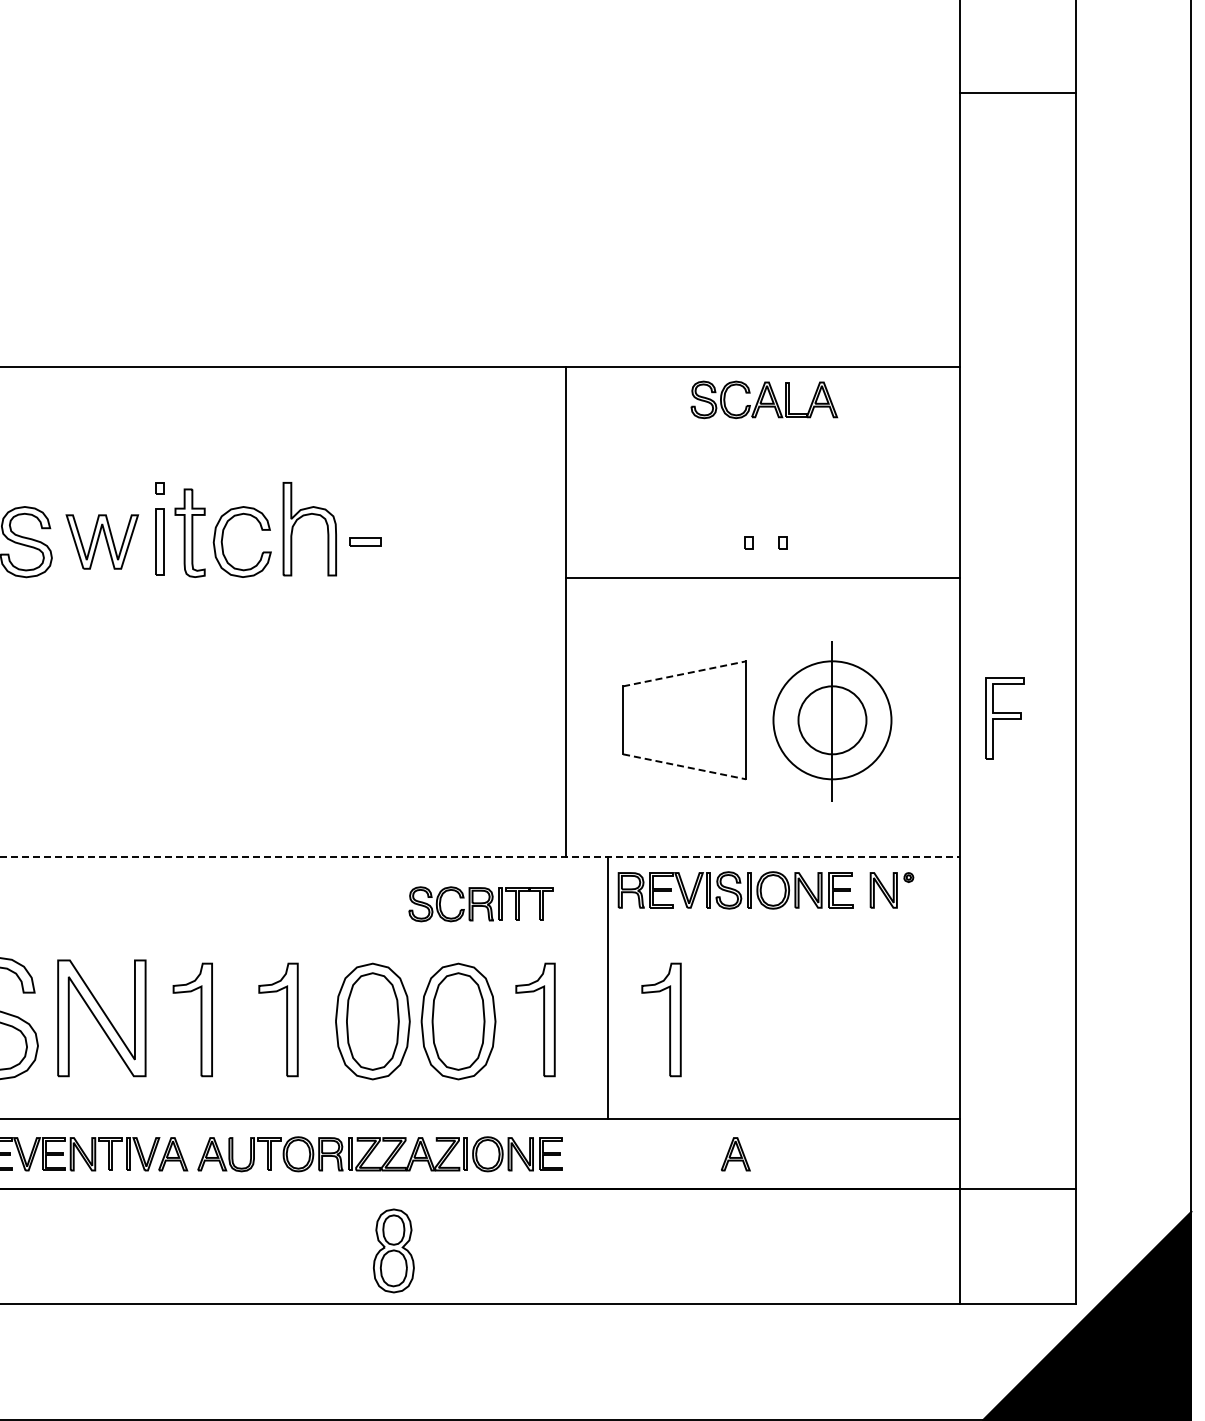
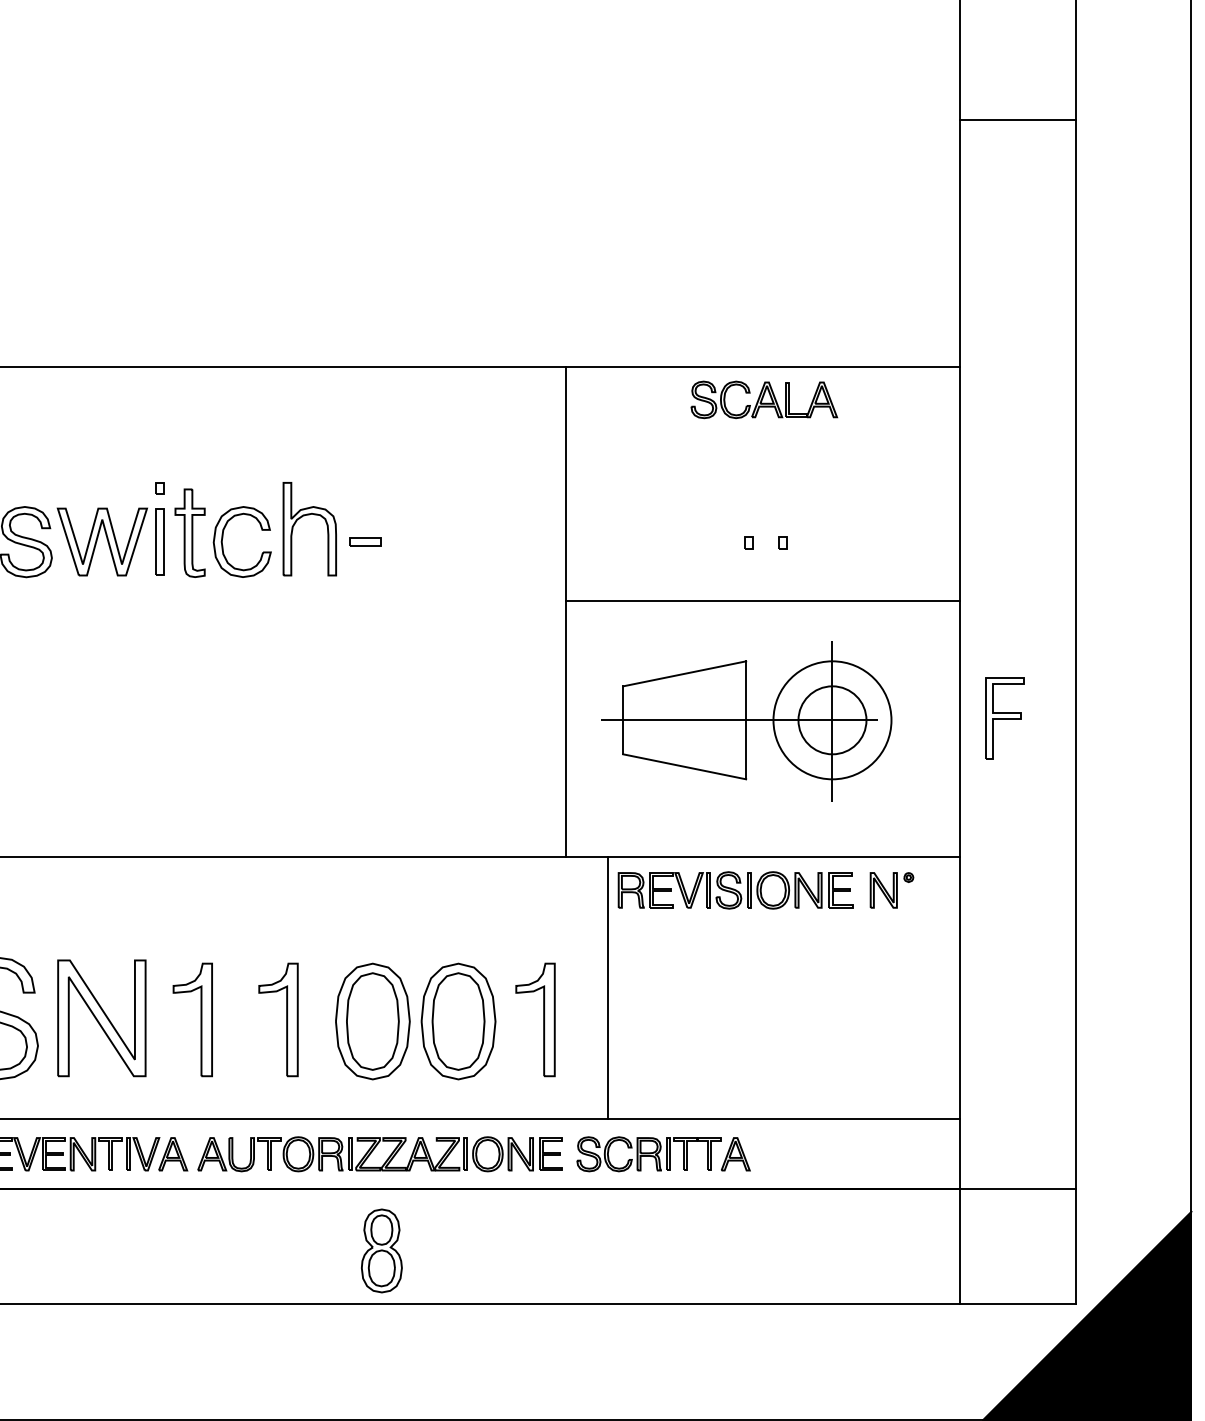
line at (1017, 92) position: (1017, 92) -> (1017, 119)
part at (102, 541) size: 75x56 px -> 92x70 px
line at (762, 577) position: (762, 577) -> (762, 600)
line at (684, 673): dashed -> solid
line at (757, 720): none -> present
line at (684, 766): dashed -> solid
line at (479, 857): dashed -> solid
part at (480, 904) position: (480, 904) -> (648, 1154)
part at (669, 1019): present -> none
part at (393, 1250) position: (393, 1250) -> (381, 1250)
